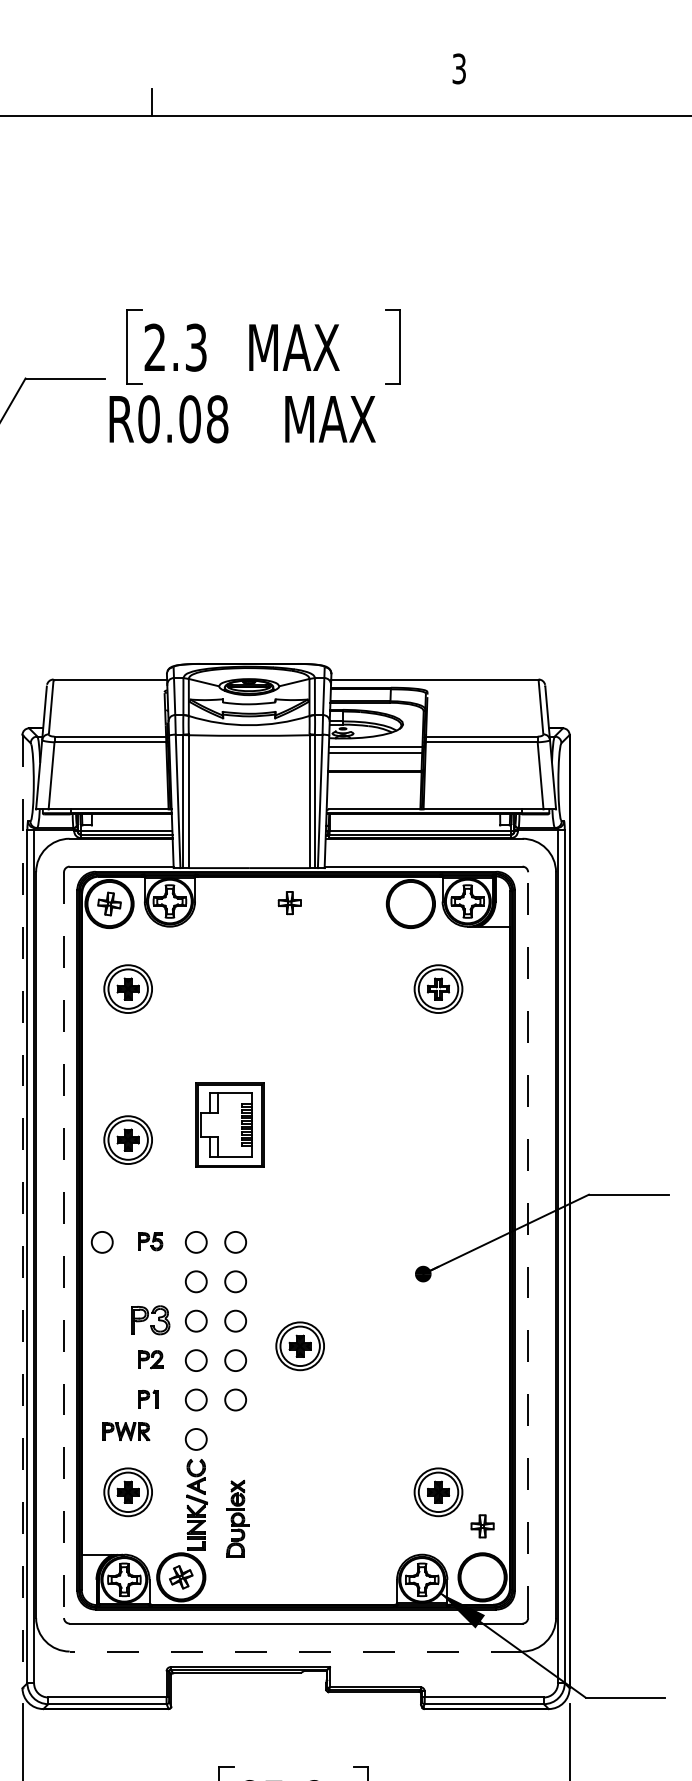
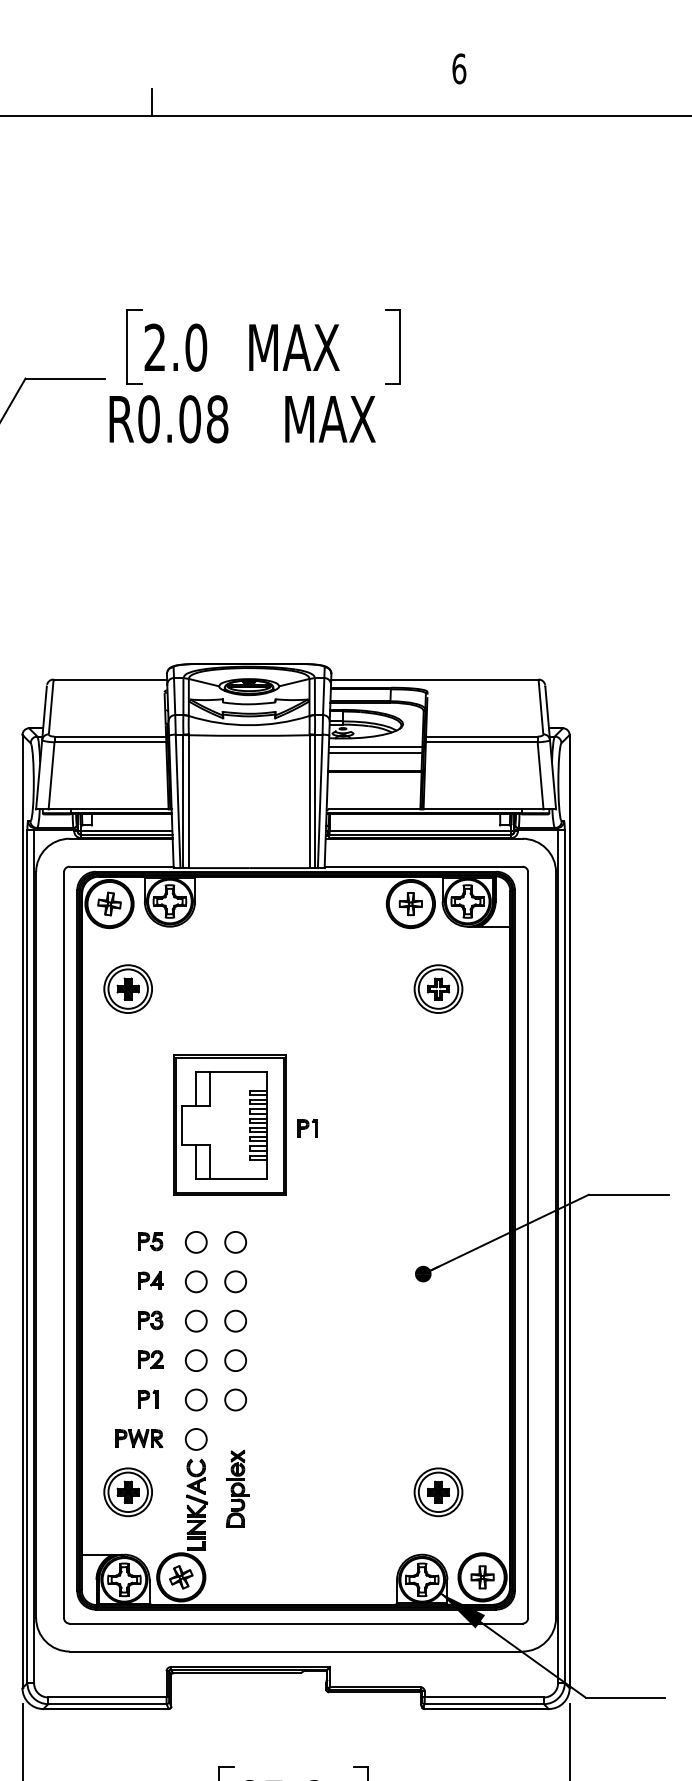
text at (459, 68): 3 -> 6
text at (196, 347): 2.3 -> 2.0
part at (289, 903) position: (289, 903) -> (410, 904)
part at (229, 1124) size: 70x86 px -> 114x142 px
part at (307, 1127): none -> present
part at (127, 1139): present -> none
line at (22, 1211): dashed -> solid
circle at (101, 1242): present -> none
line at (64, 1245): dashed -> solid
line at (528, 1245): dashed -> solid
part at (150, 1280): none -> present
part at (150, 1320) size: 40x31 px -> 26x21 px
part at (299, 1346): present -> none
part at (126, 1431) position: (126, 1431) -> (139, 1438)
part at (237, 1518) position: (237, 1518) -> (237, 1488)
part at (482, 1526) position: (482, 1526) -> (482, 1577)
line at (295, 1651): dashed -> solid
